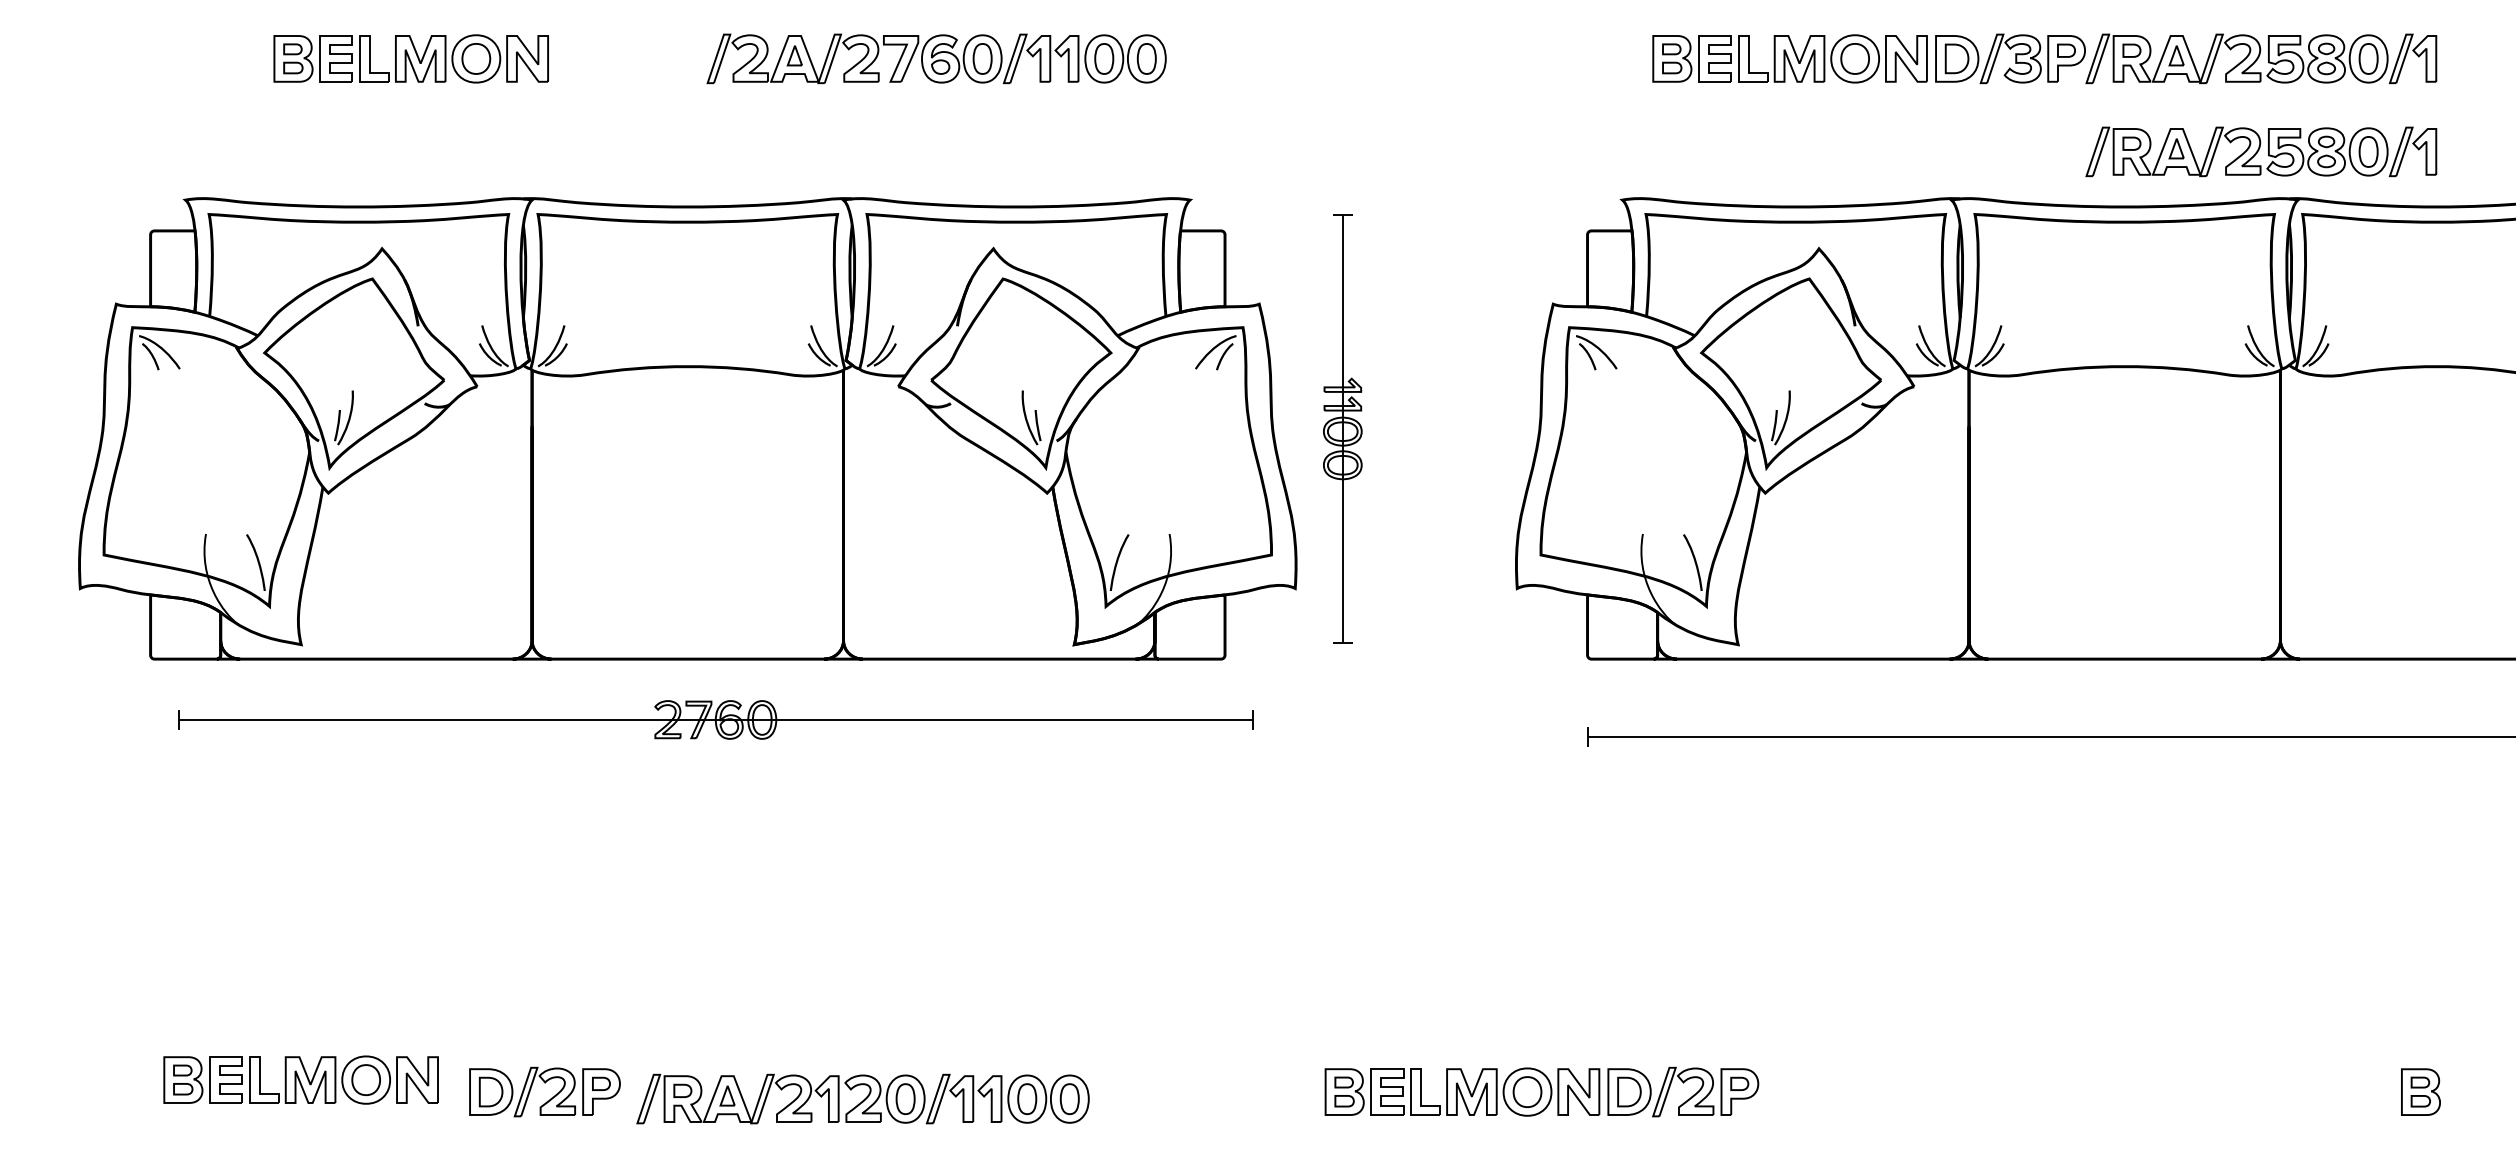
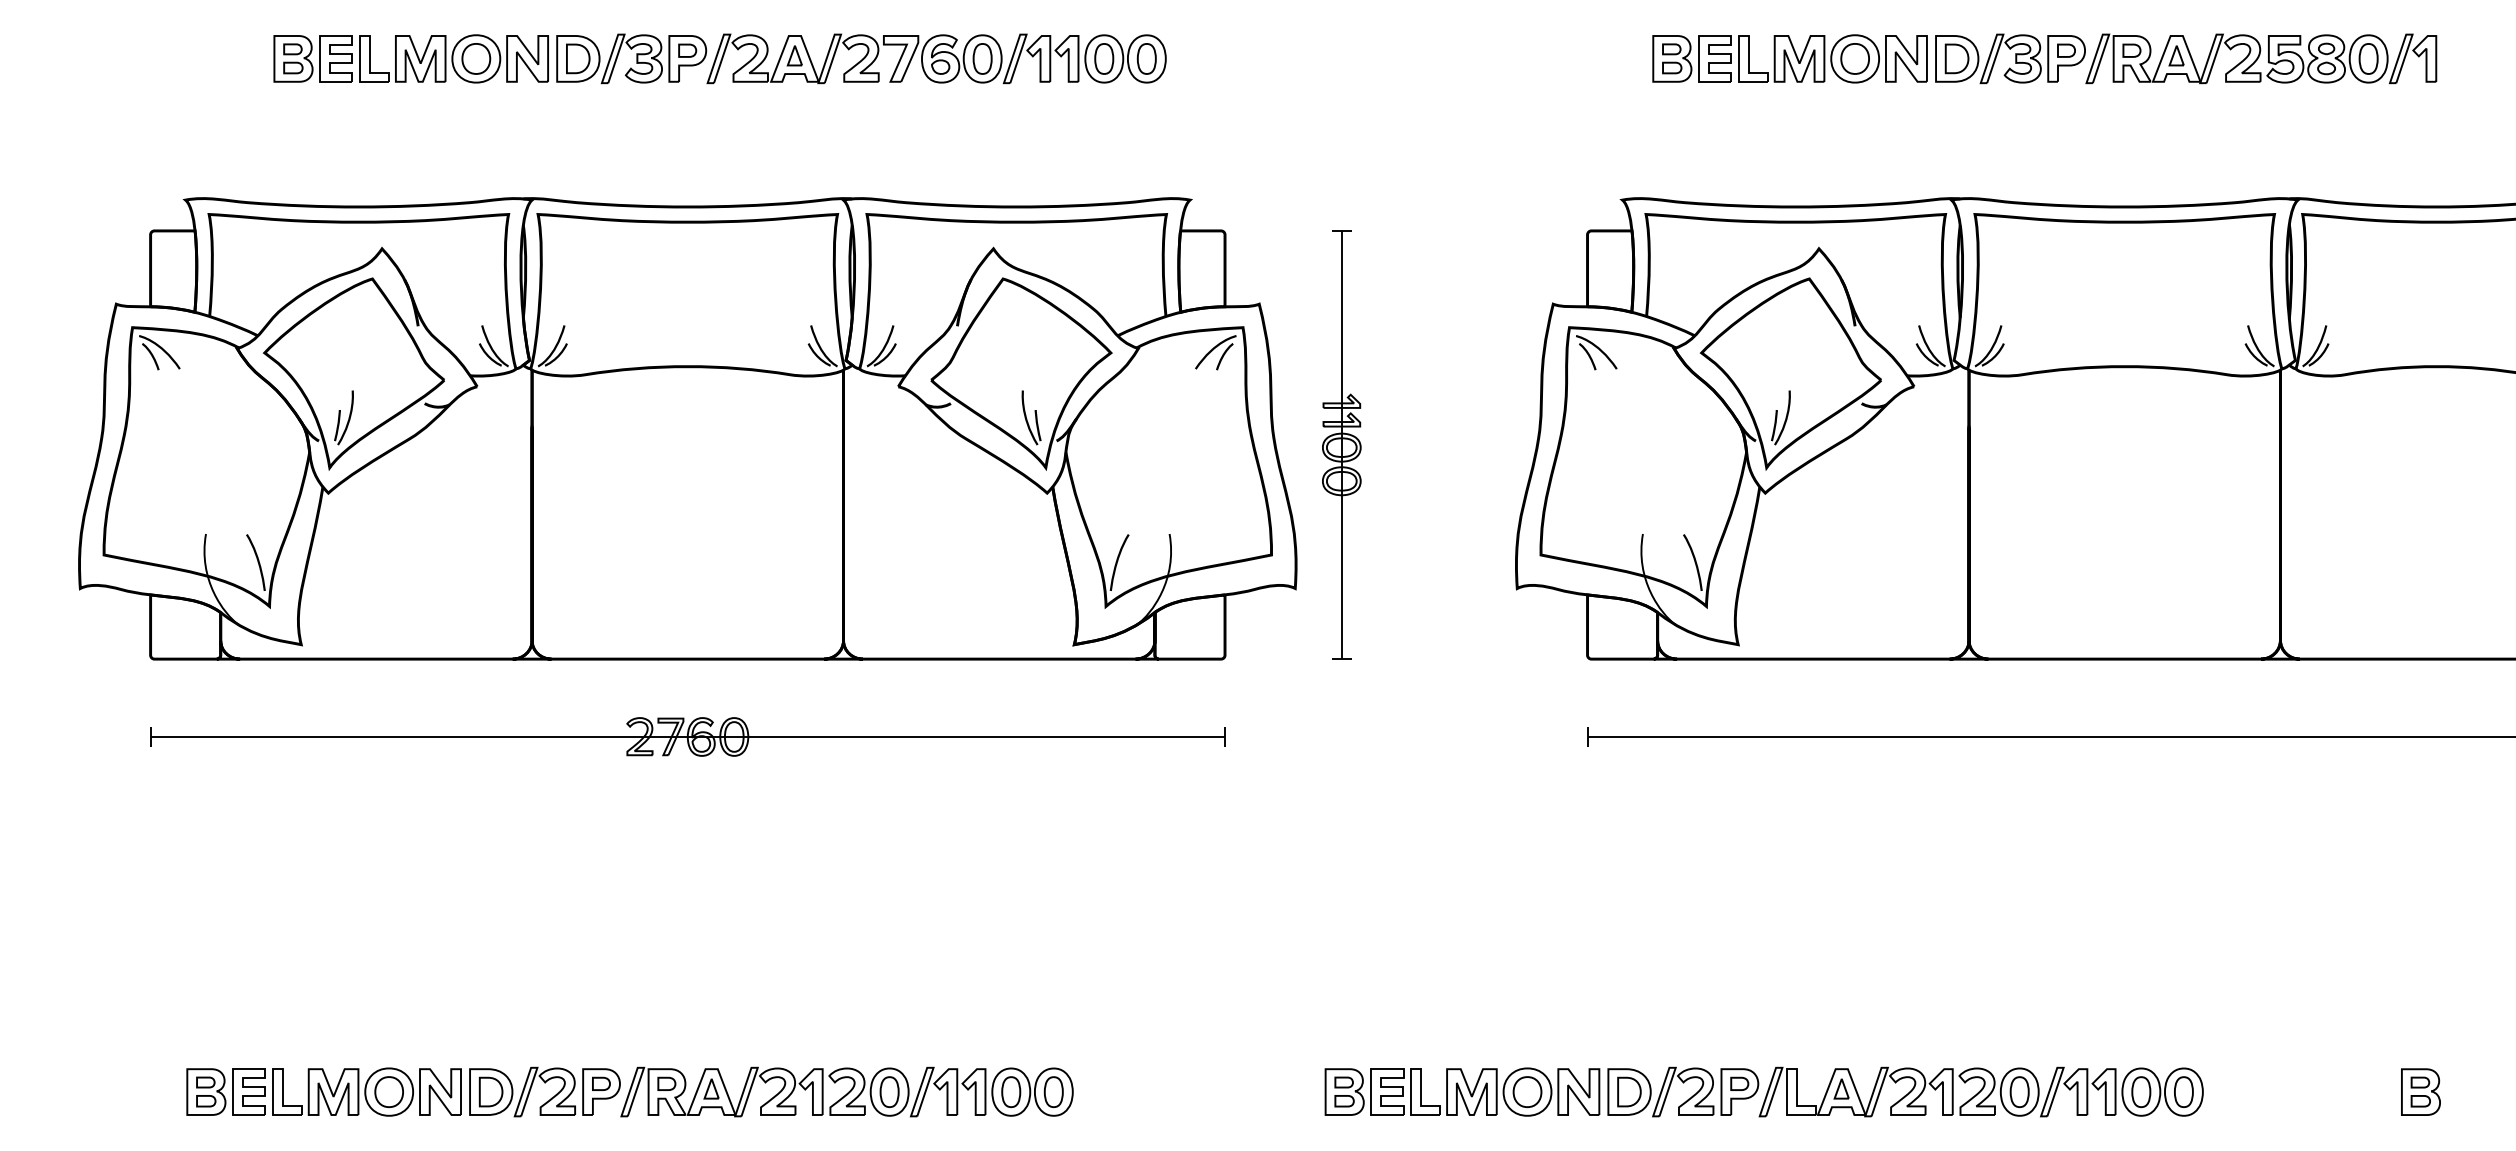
part at (631, 58): none -> present
part at (2261, 151): present -> none
part at (1342, 428) position: (1342, 428) -> (1341, 444)
part at (715, 719) position: (715, 719) -> (687, 736)
part at (300, 1079) position: (300, 1079) -> (323, 1091)
part at (1980, 1091): none -> present
part at (862, 1098) position: (862, 1098) -> (846, 1091)
